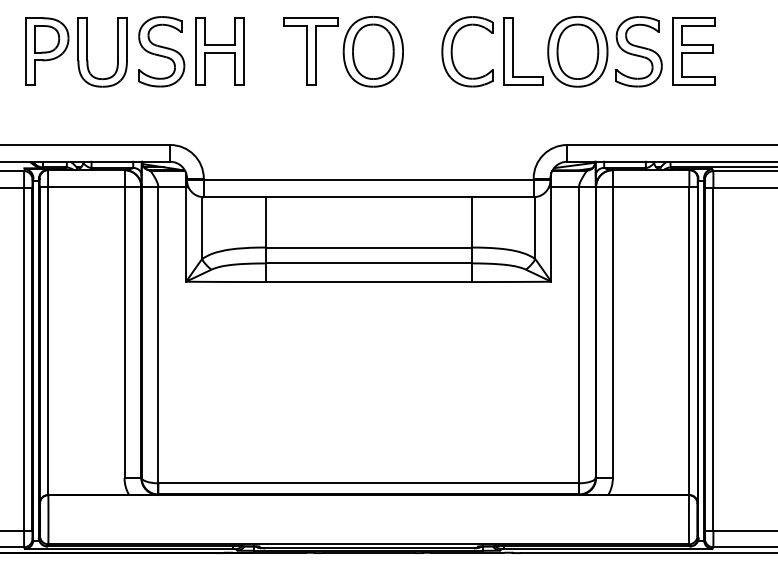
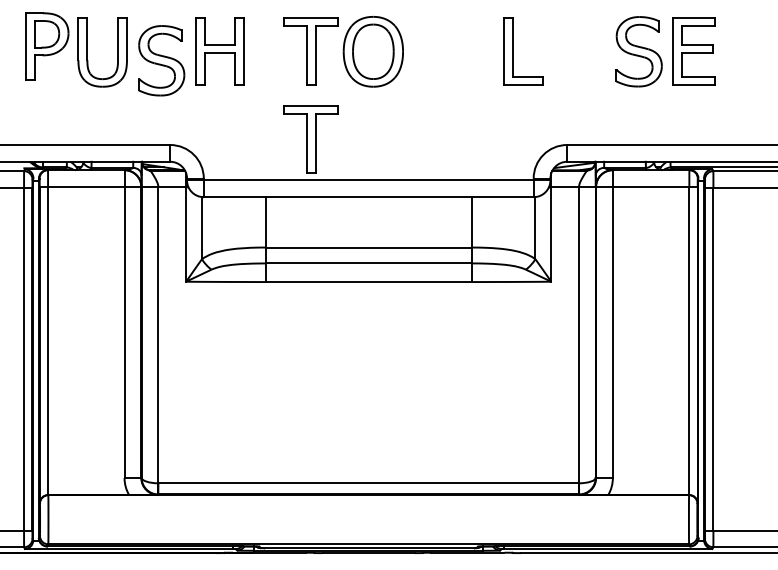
part at (47, 51) position: (47, 51) -> (47, 46)
part at (161, 51) position: (161, 51) -> (161, 60)
part at (452, 51): present -> none
part at (577, 51): present -> none
part at (310, 139): none -> present
